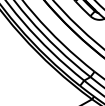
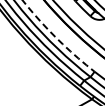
arc at (57, 38): solid -> dashed
